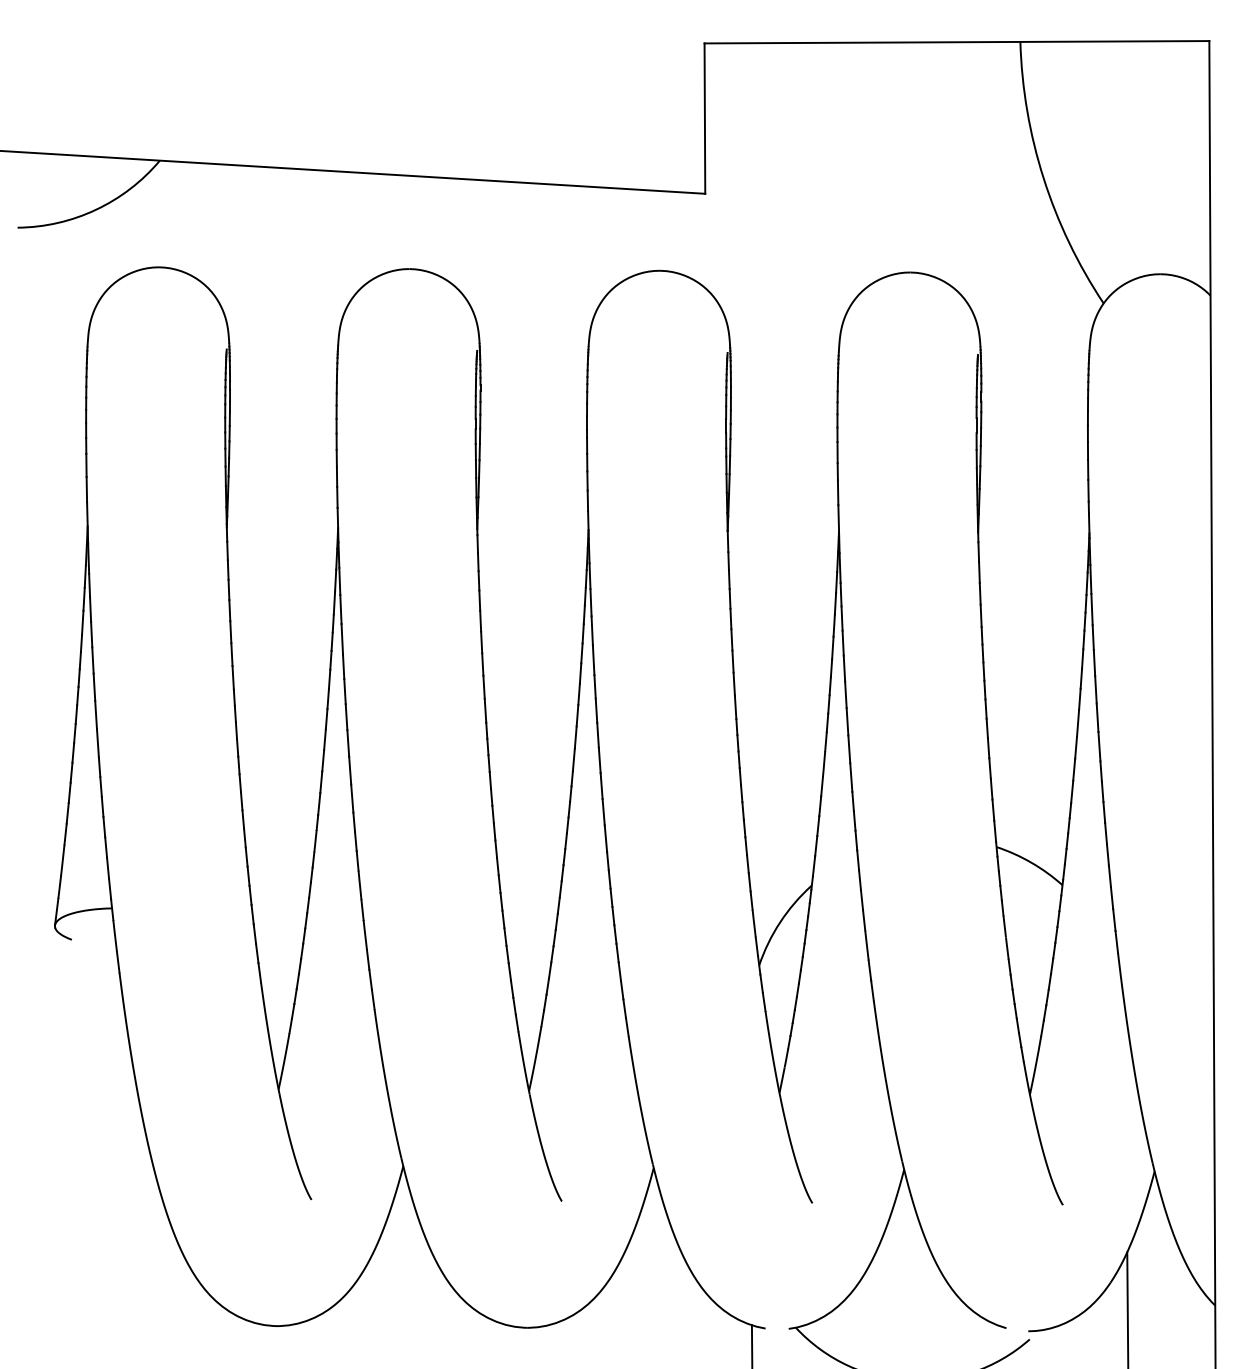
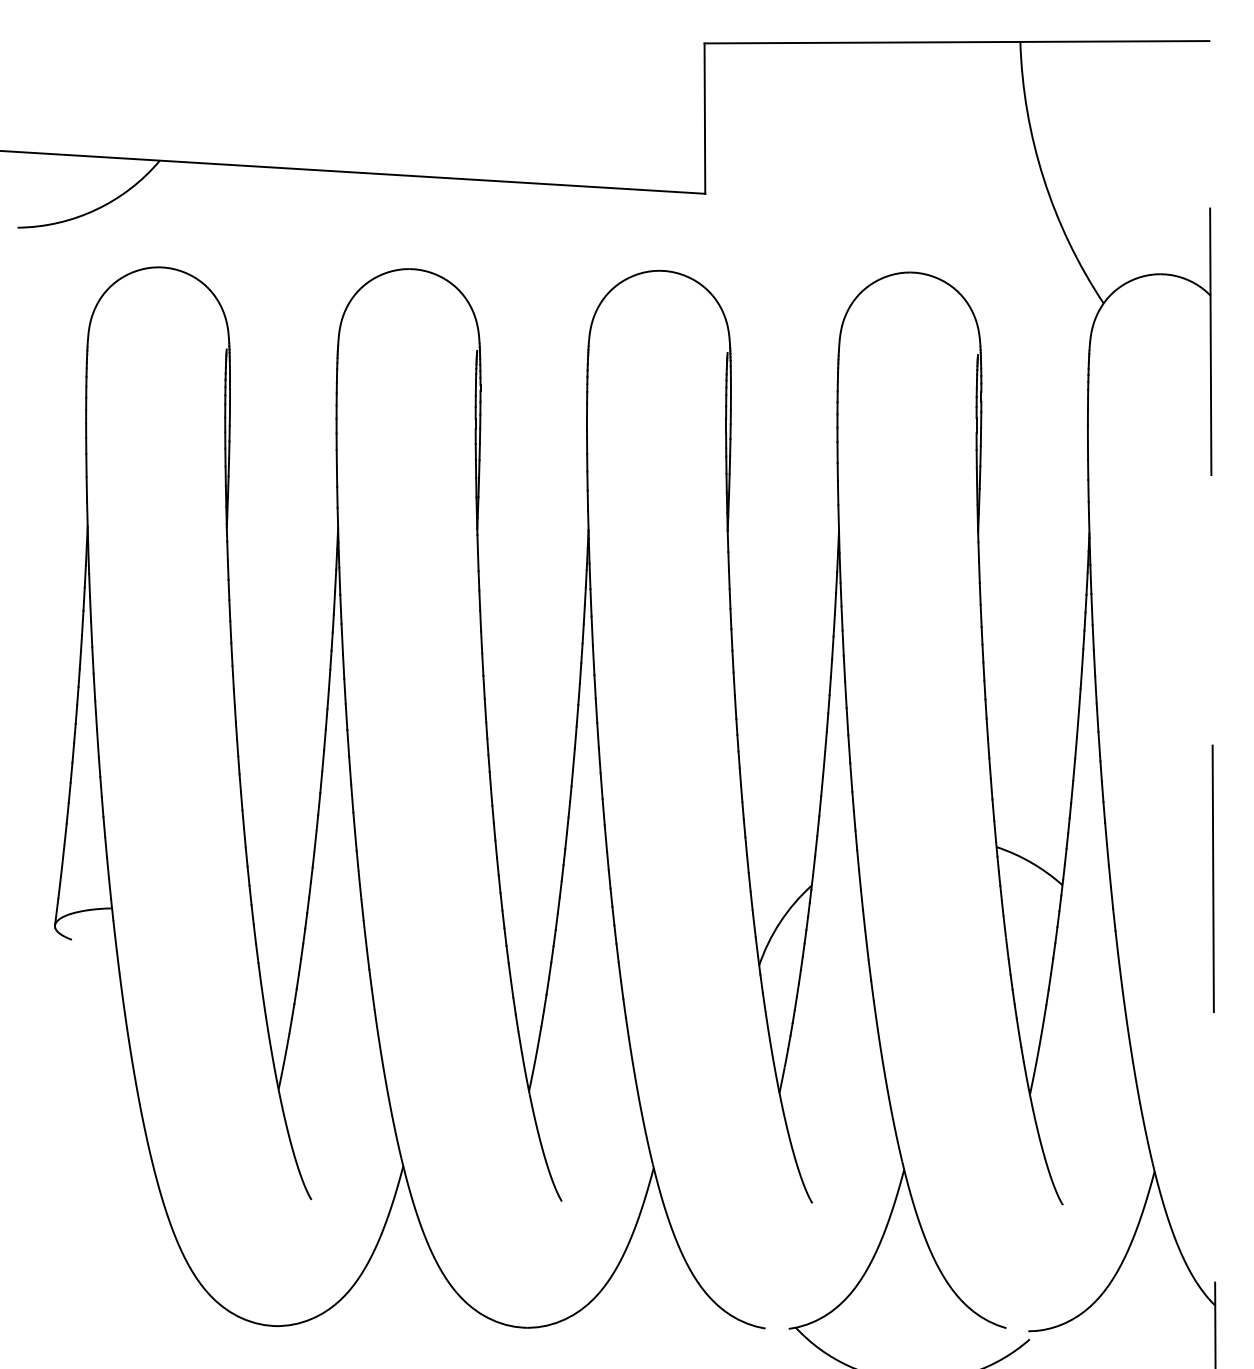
line at (1212, 704): solid -> dashed
line at (1127, 1308): present -> none
line at (751, 1345): present -> none
